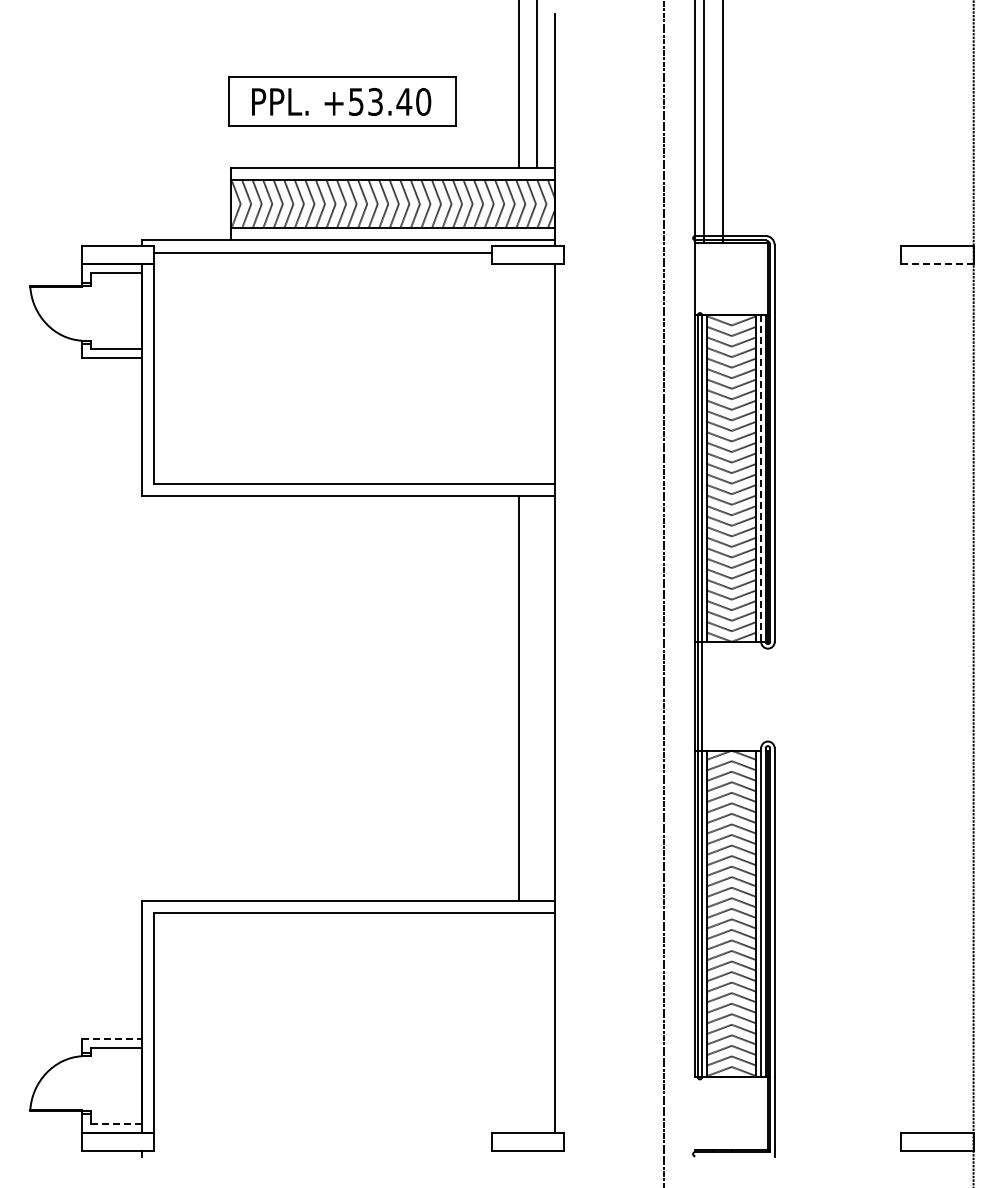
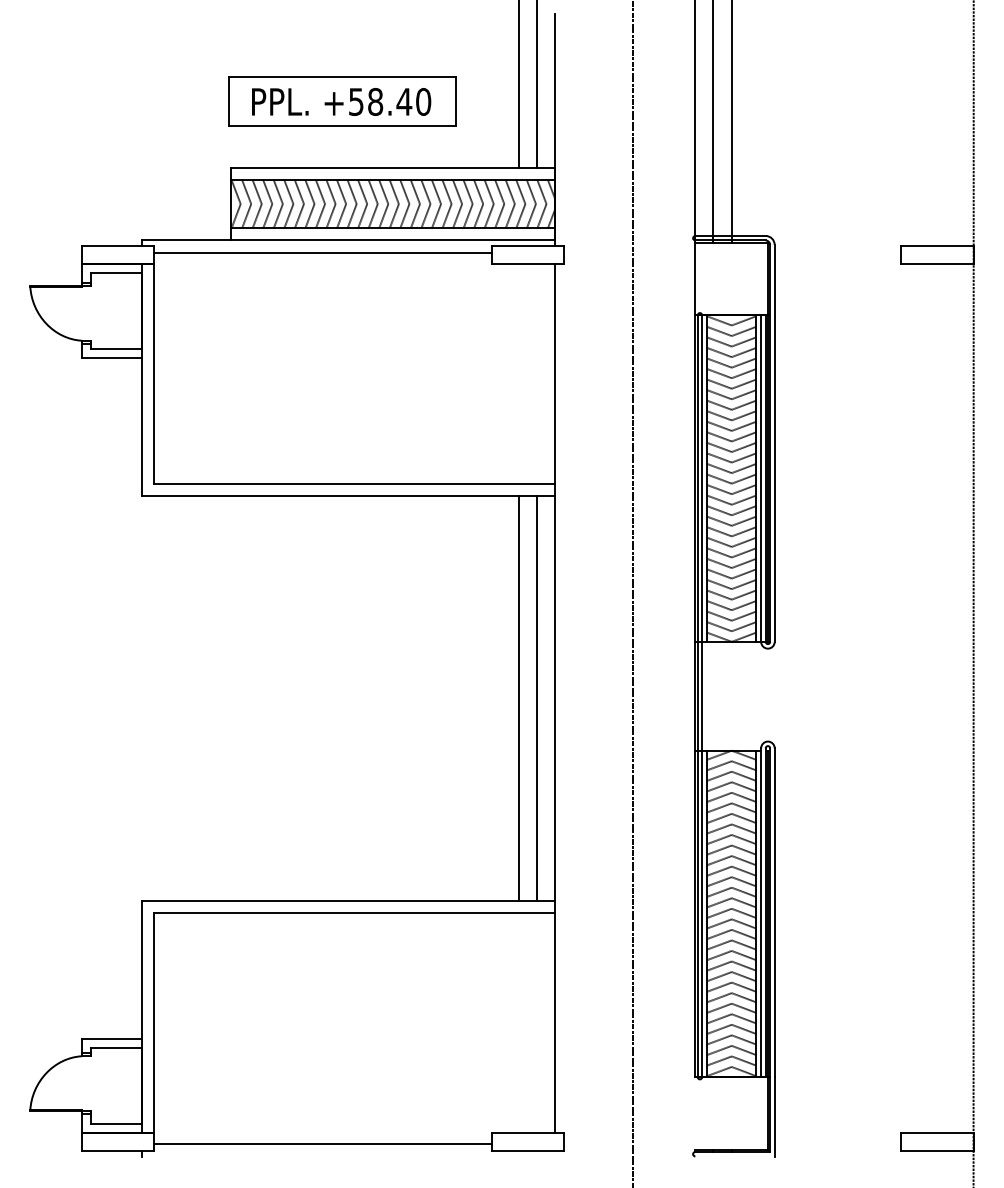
text at (375, 101): +53.40 -> +58.40
line at (704, 122) position: (704, 122) -> (713, 122)
line at (722, 122) position: (722, 122) -> (731, 122)
line at (937, 263): dashed -> solid
line at (761, 479): dashed -> solid
line at (663, 593) position: (663, 593) -> (632, 593)
line at (536, 698): none -> present
line at (112, 1038): dashed -> solid
line at (116, 1124): dashed -> solid
line at (322, 1144): none -> present
